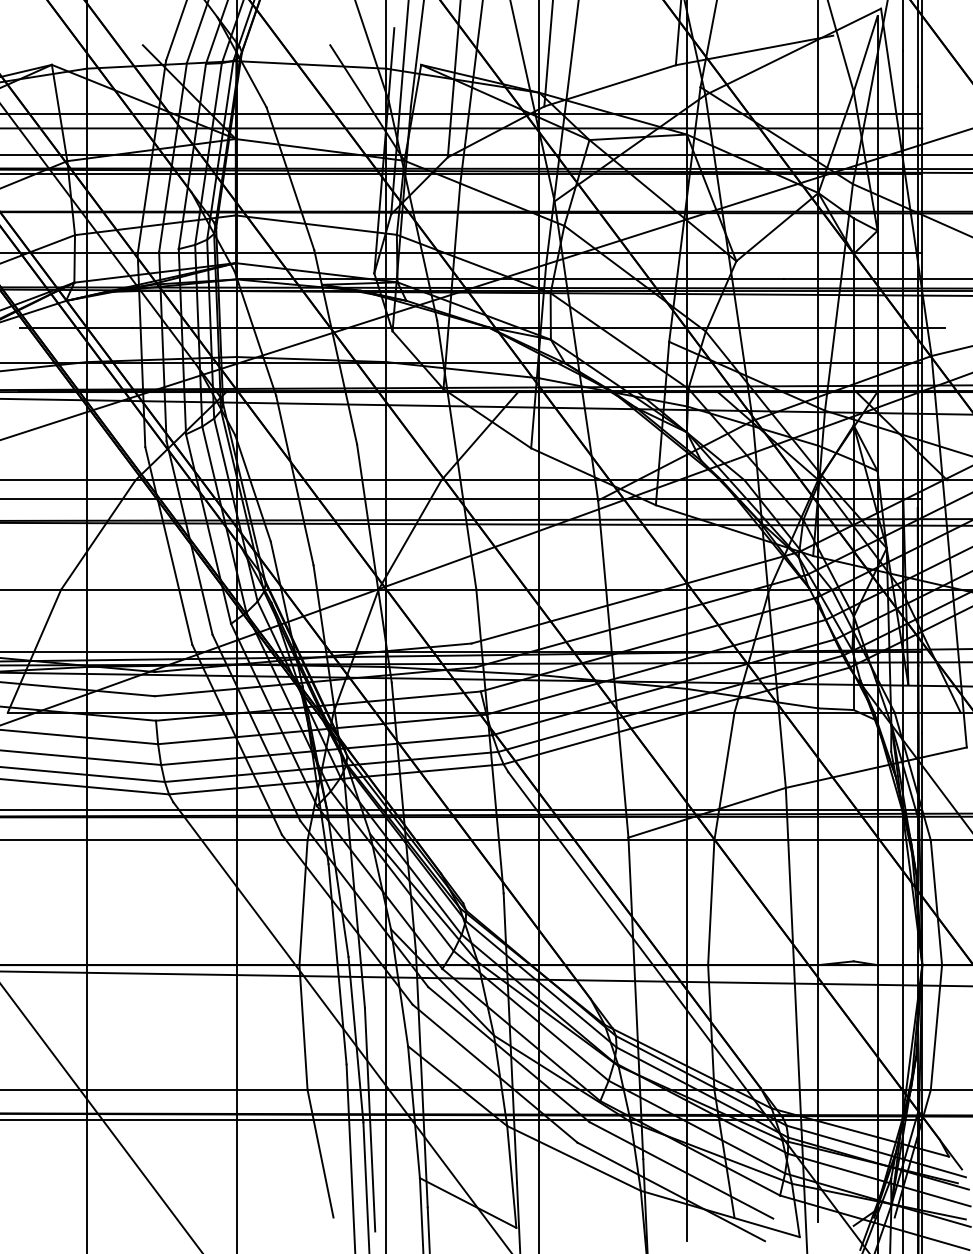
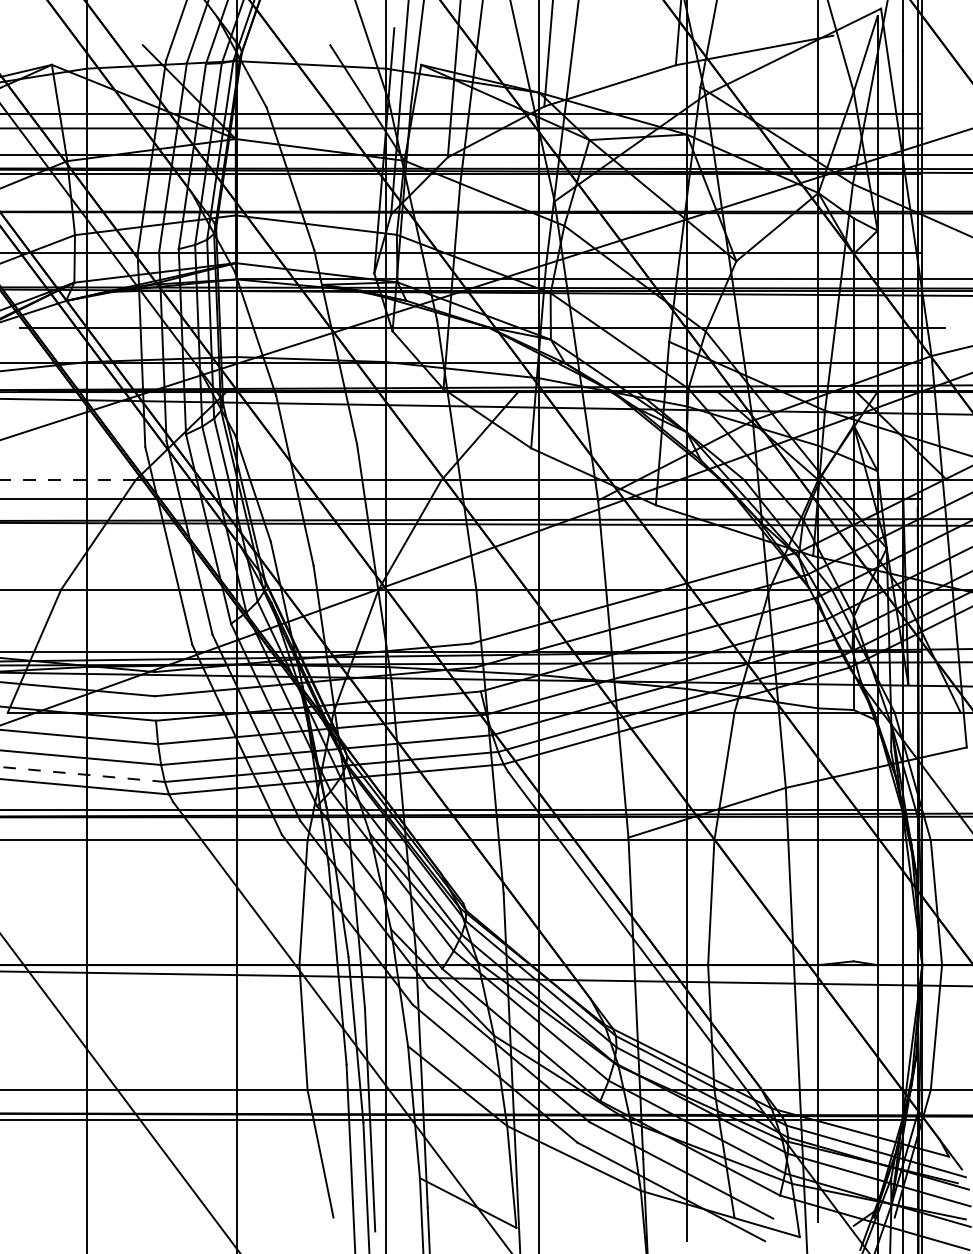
line at (67, 480): solid -> dashed
line at (82, 774): solid -> dashed
line at (101, 1118) position: (101, 1118) -> (120, 1093)
